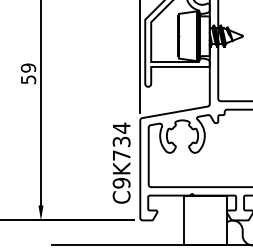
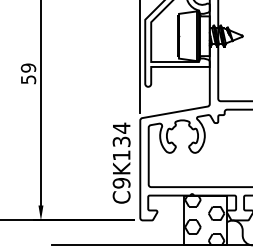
text at (121, 155): C9K734 -> C9K134
hatch at (204, 220): none -> present
